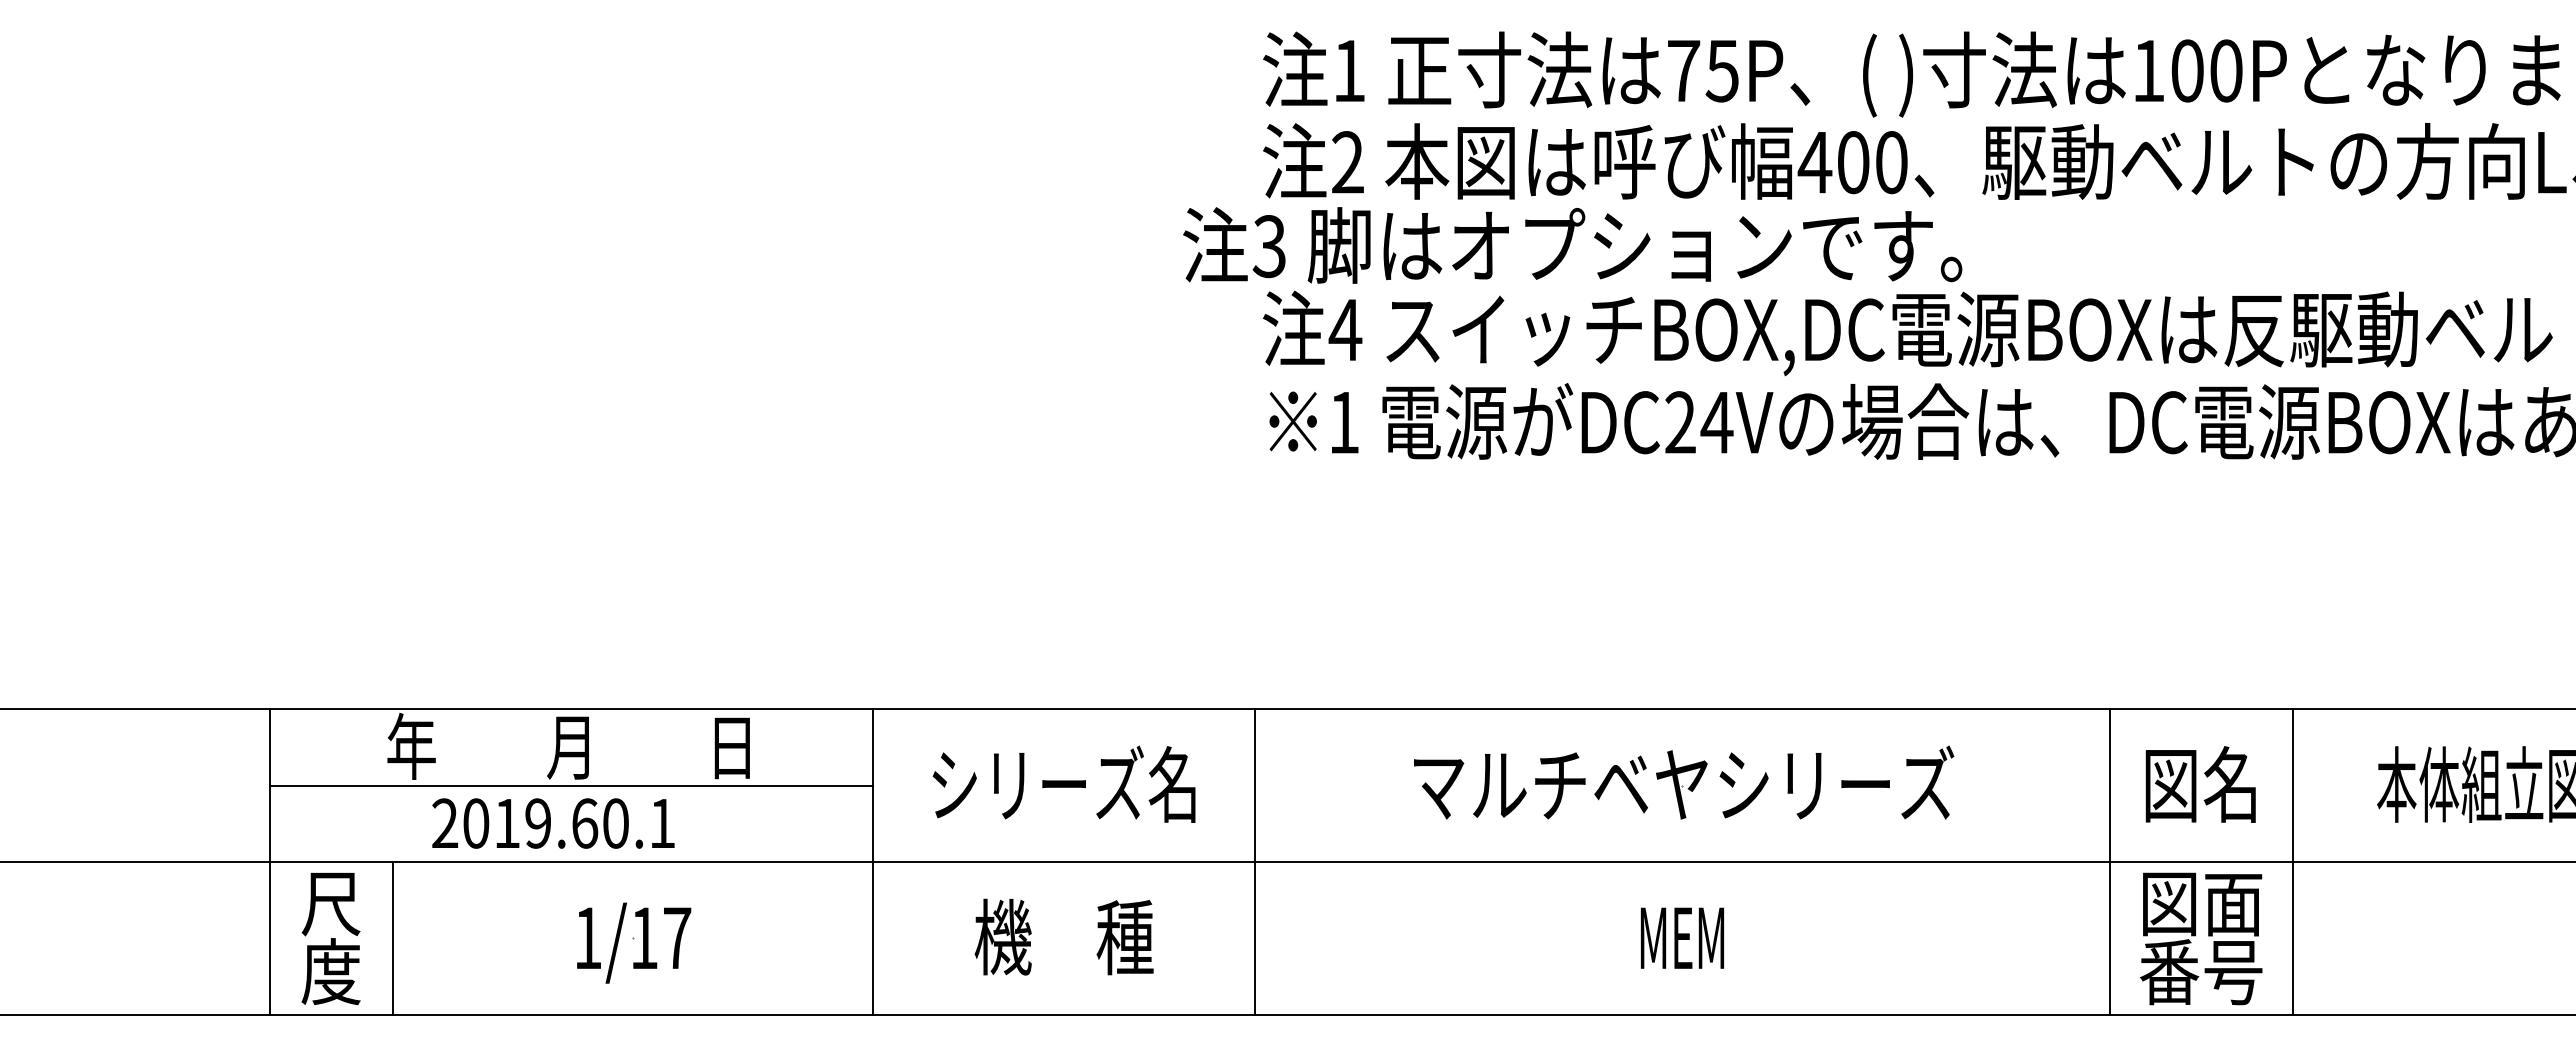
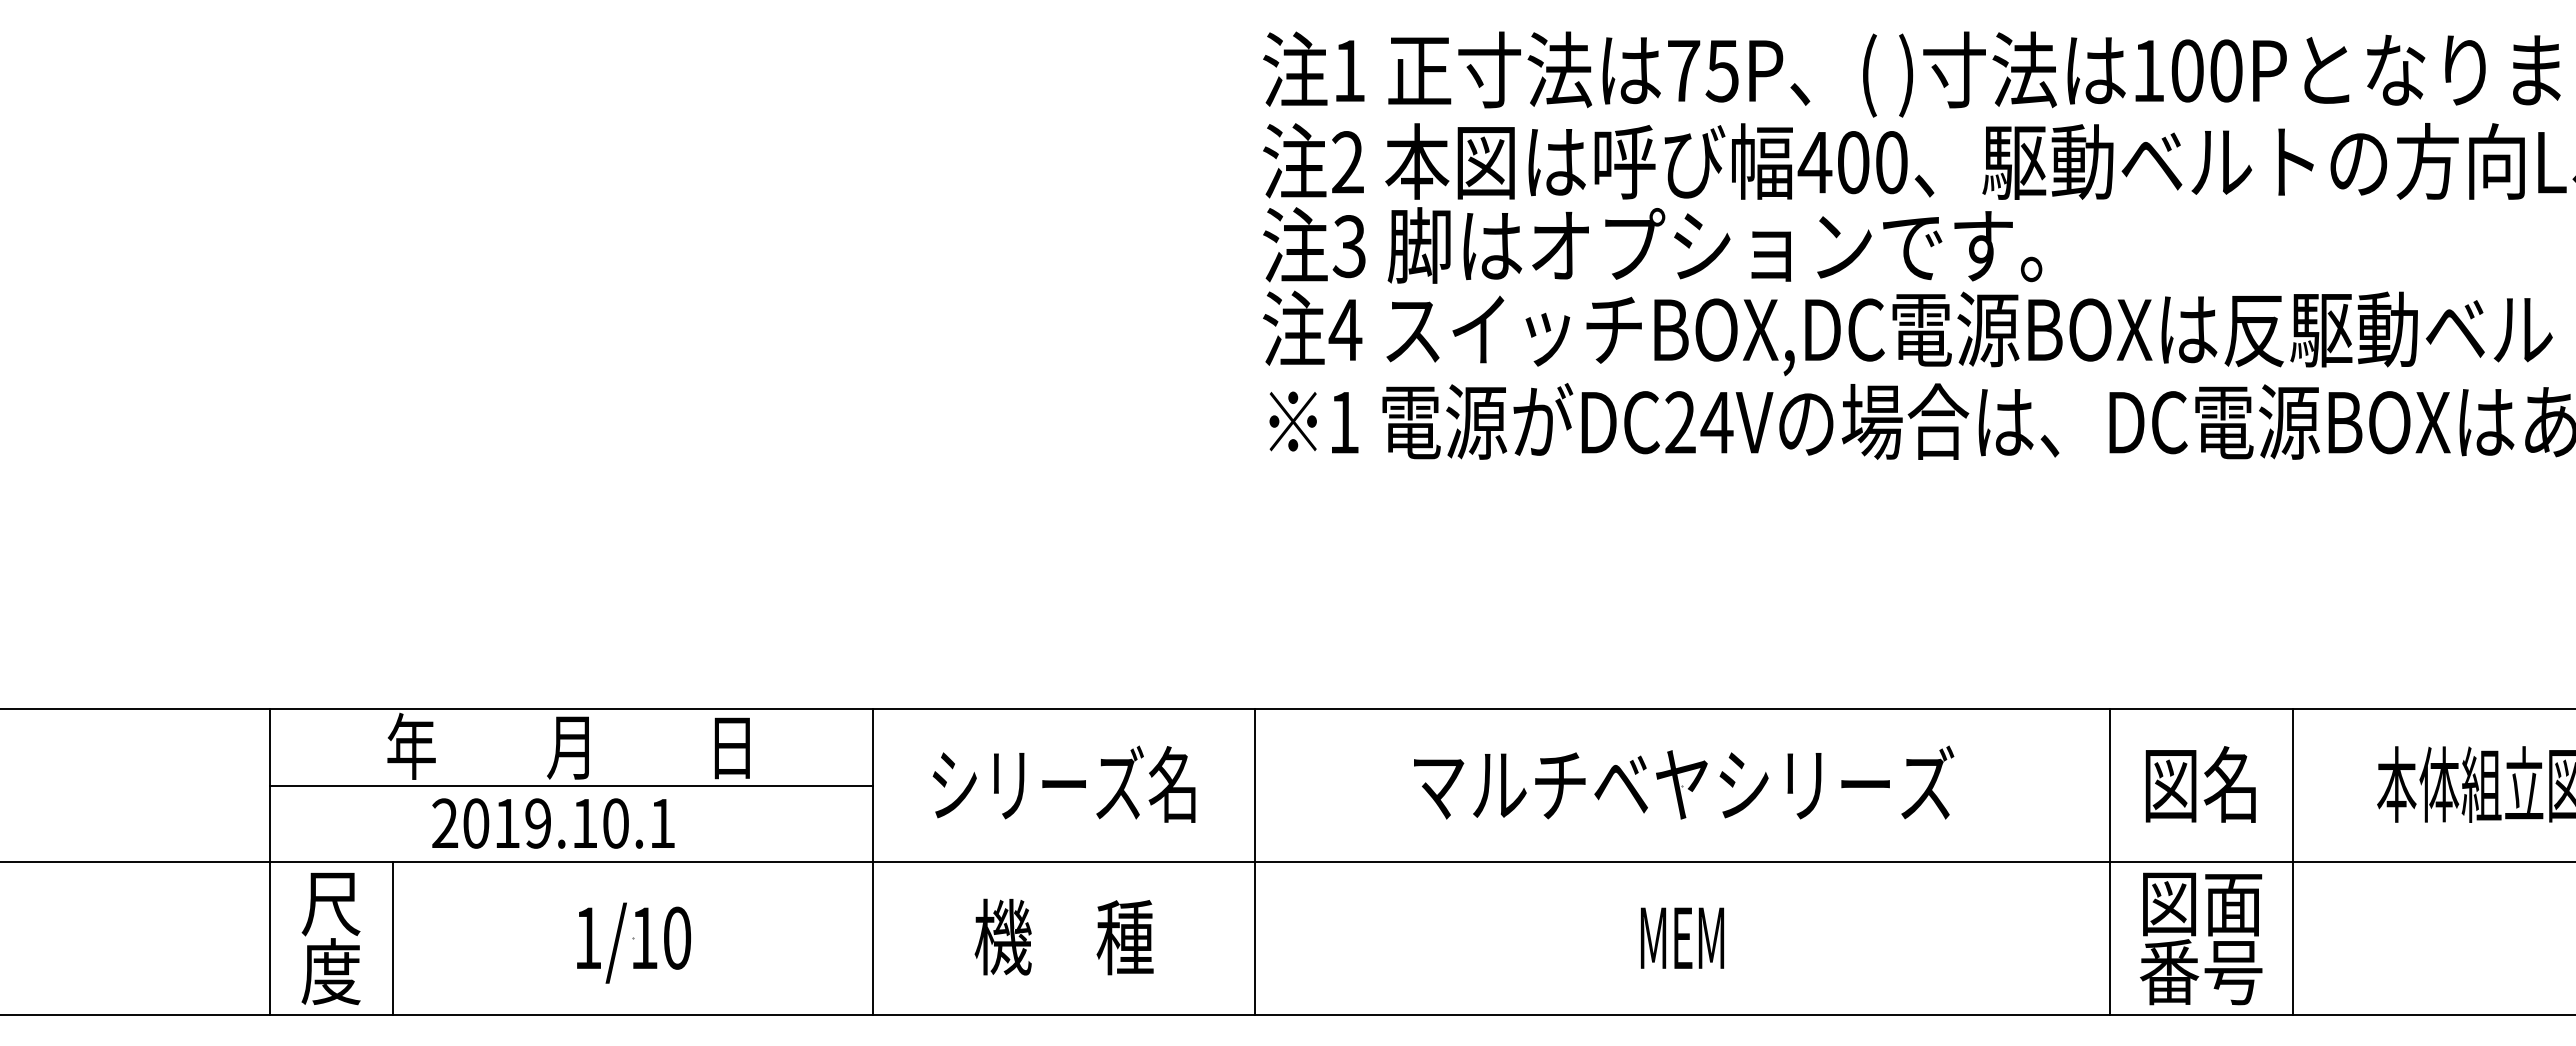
text at (1572, 245) position: (1572, 245) -> (1652, 245)
text at (585, 823): 2019.60.1 -> 2019.10.1
text at (677, 937): 1/17 -> 1/10
